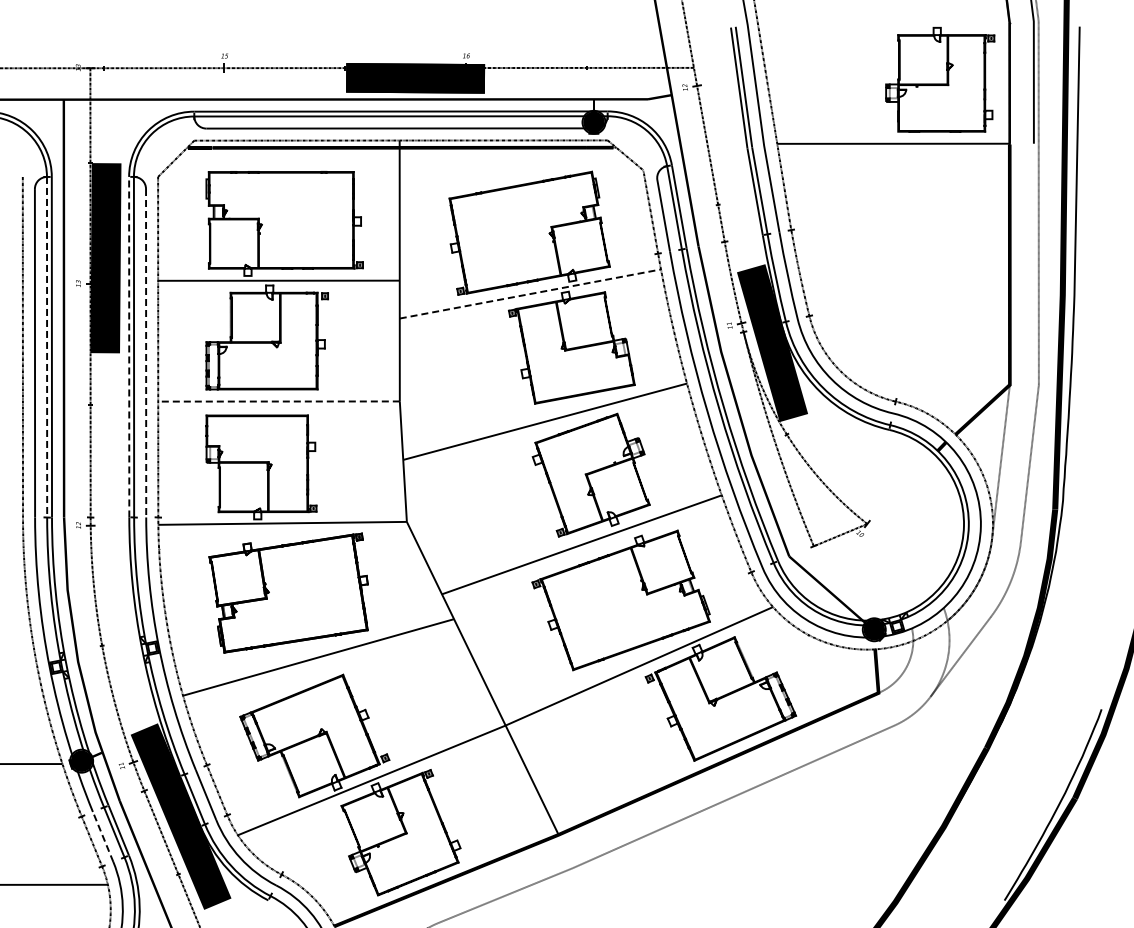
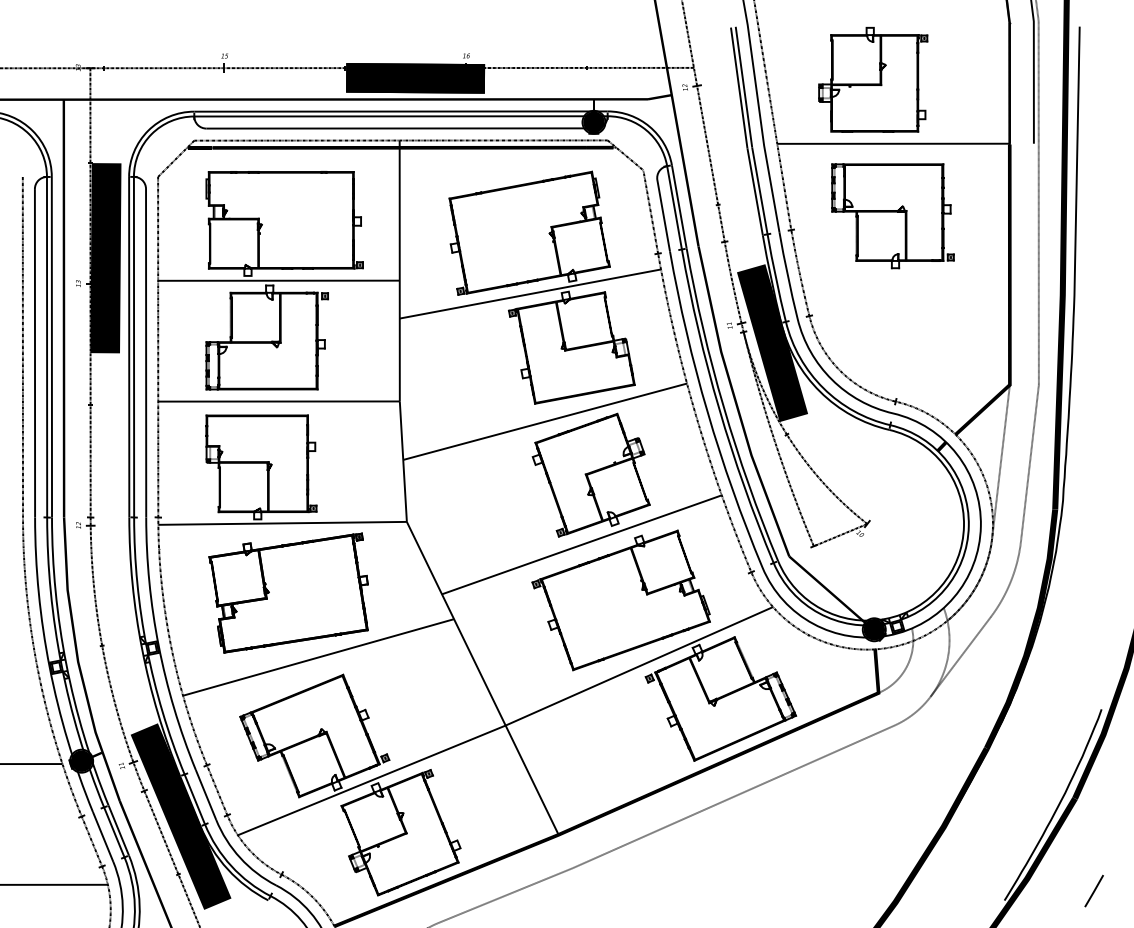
part at (940, 79) position: (940, 79) -> (873, 79)
part at (892, 216): none -> present
line at (530, 294): dashed -> solid
line at (129, 346): dashed -> solid
line at (47, 347): dashed -> solid
line at (146, 353): dashed -> solid
line at (279, 401): dashed -> solid
line at (103, 836): dashed -> solid
line at (1093, 890): none -> present
